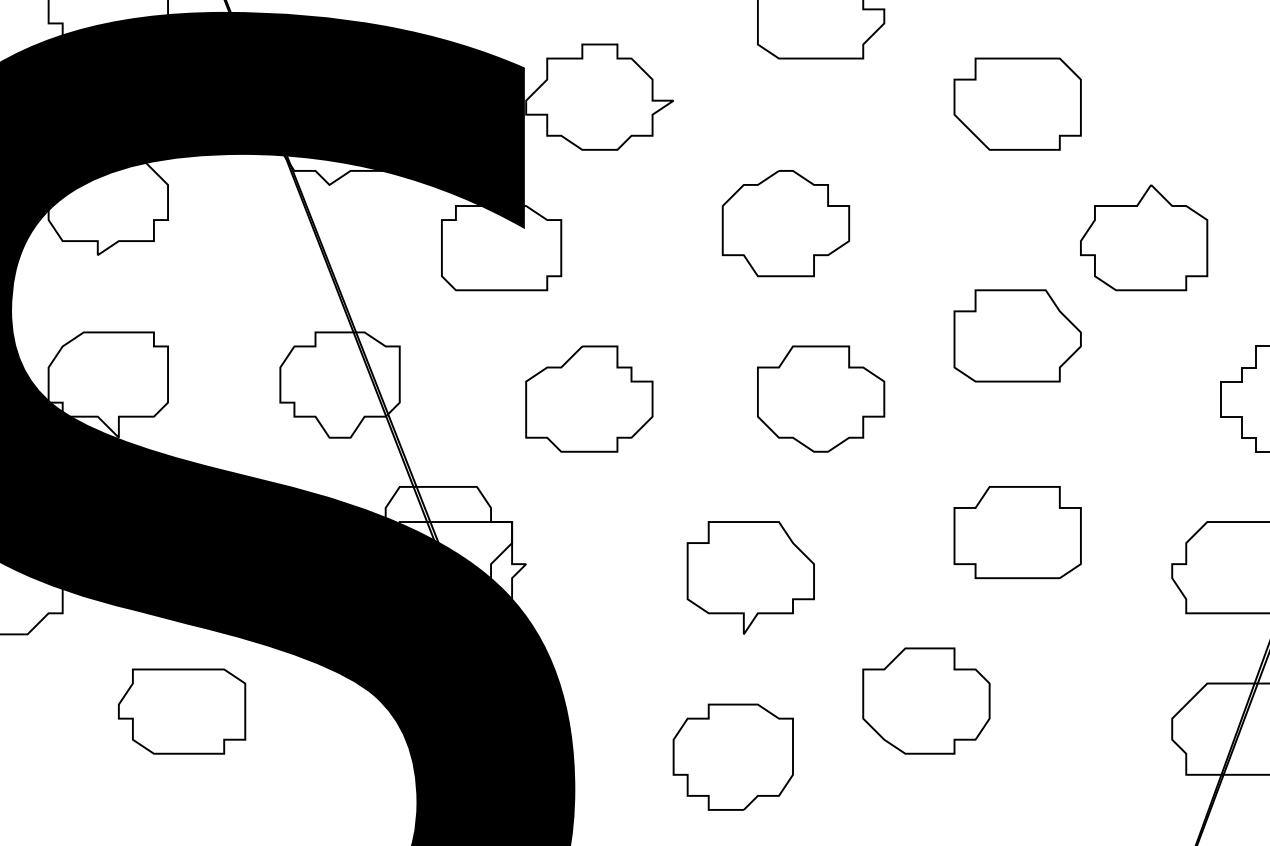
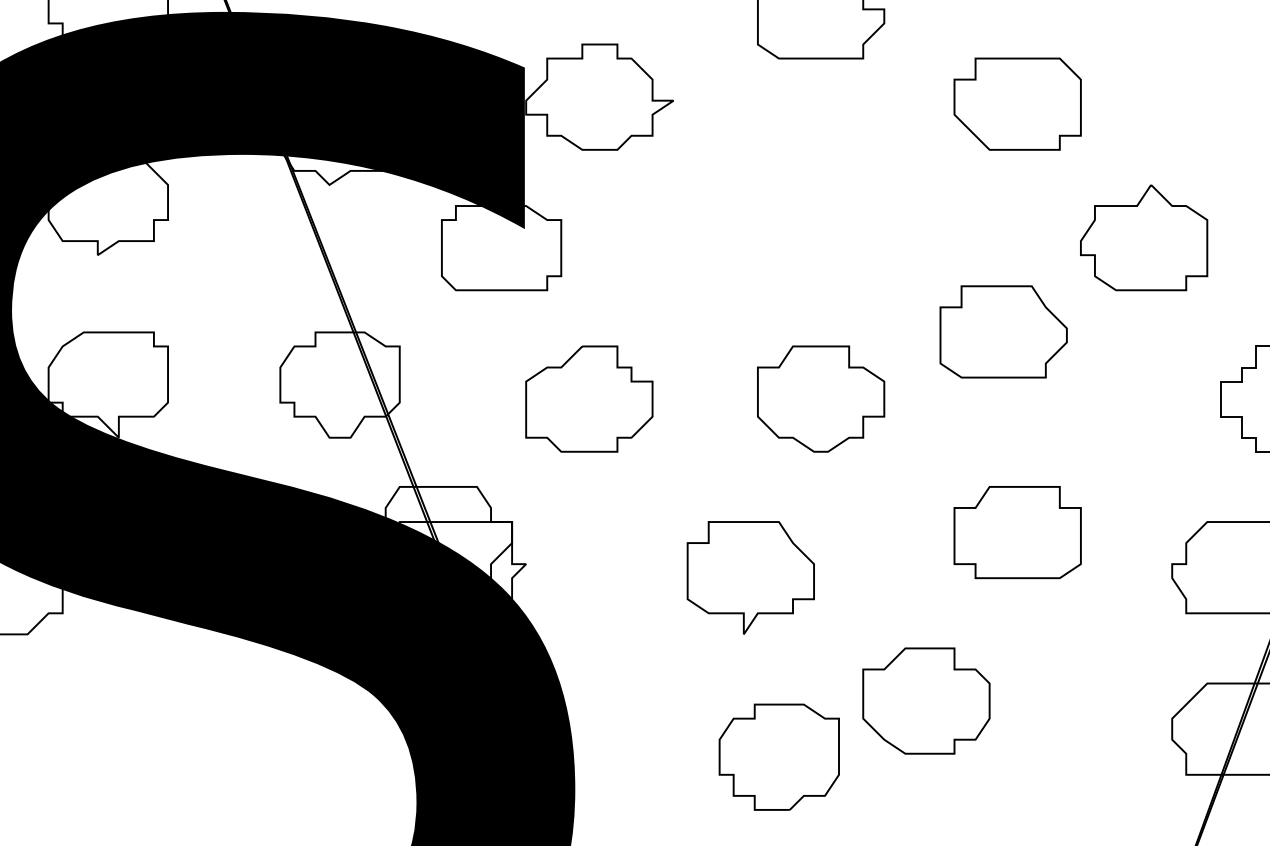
part at (785, 223): present -> none
part at (1017, 335) position: (1017, 335) -> (1003, 331)
part at (182, 711): present -> none
part at (732, 756) position: (732, 756) -> (778, 756)
